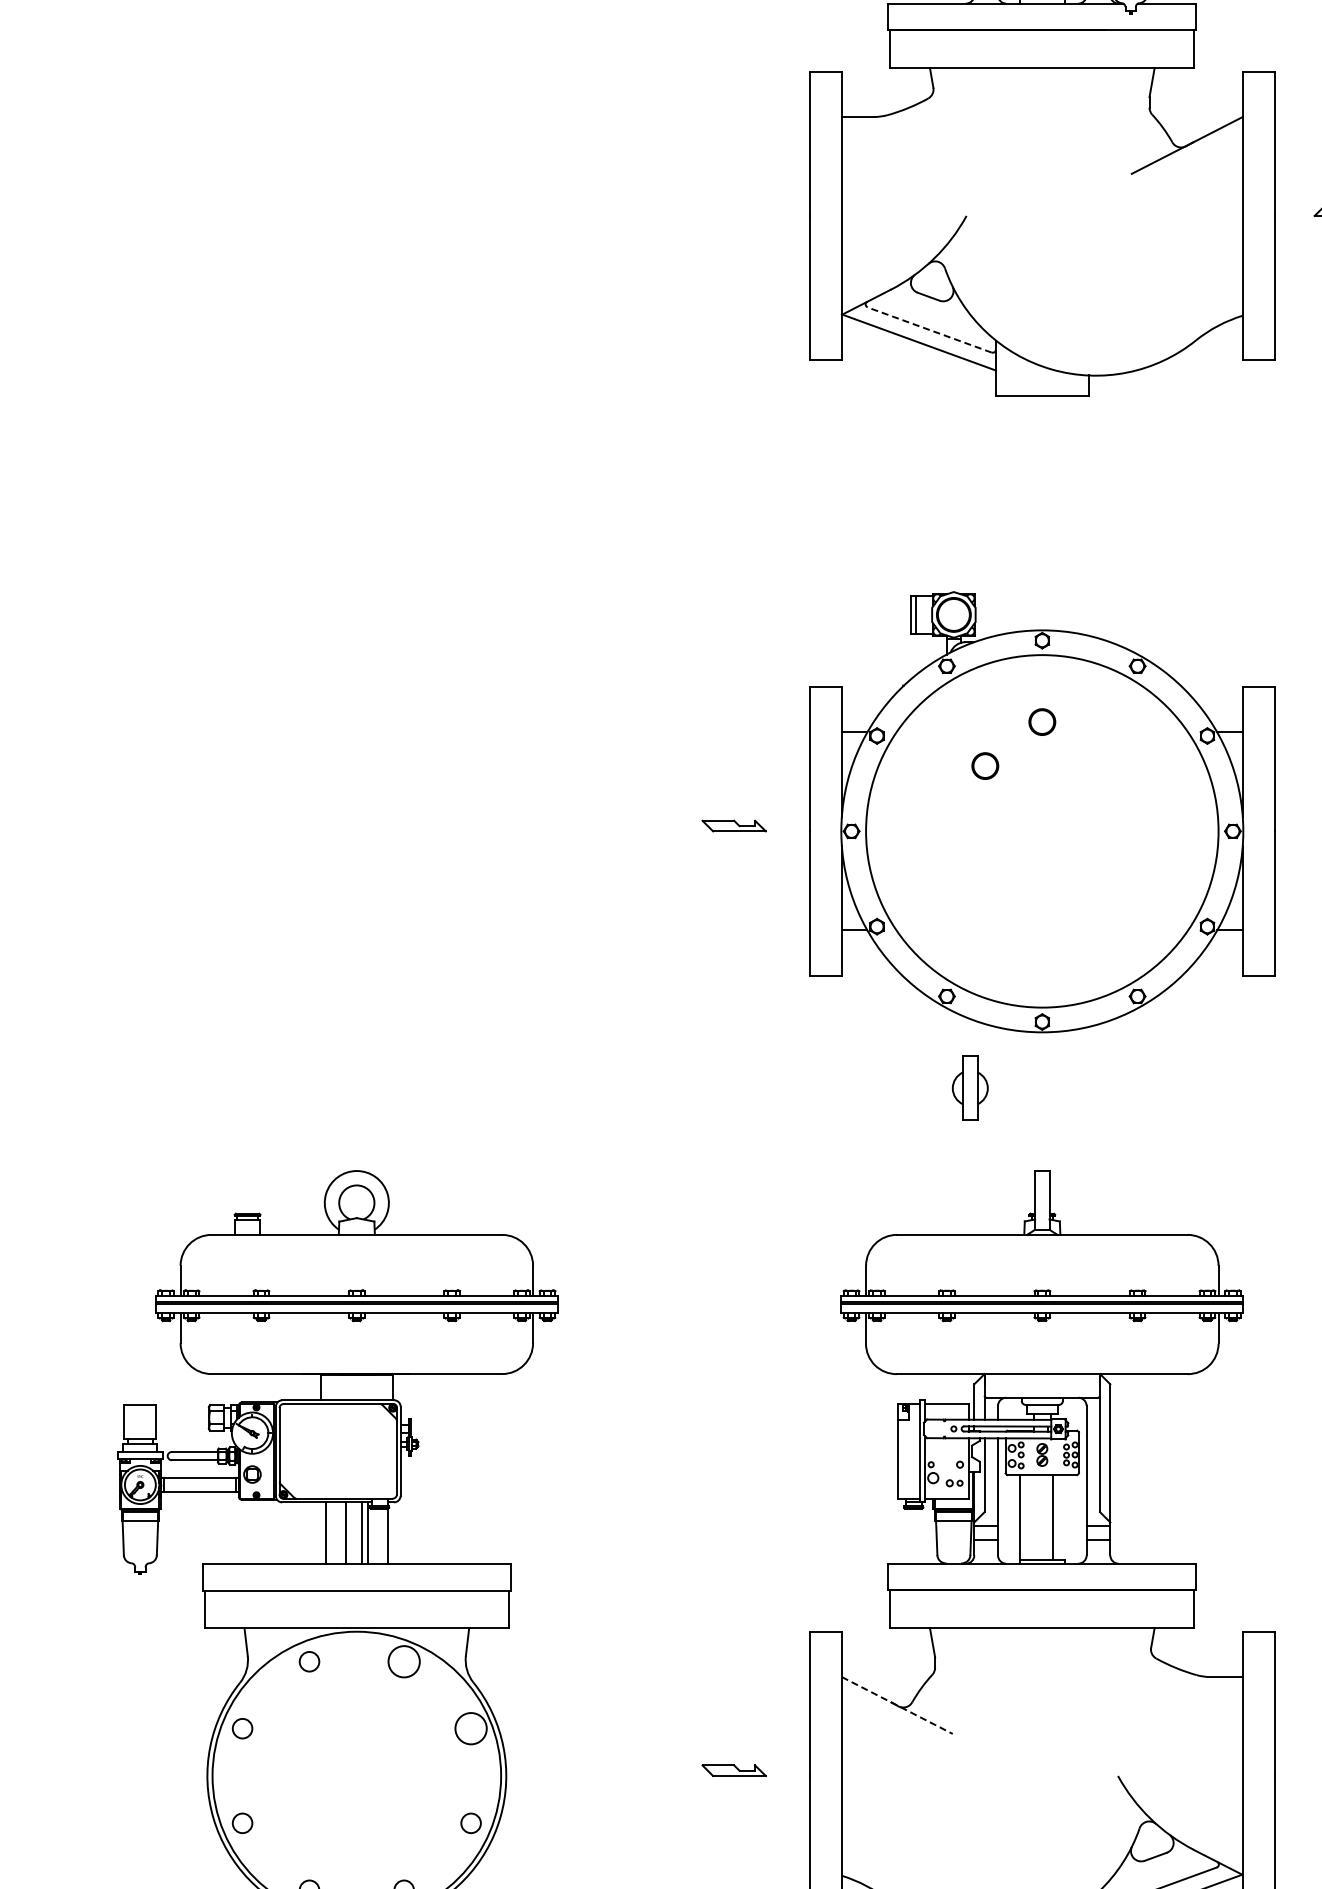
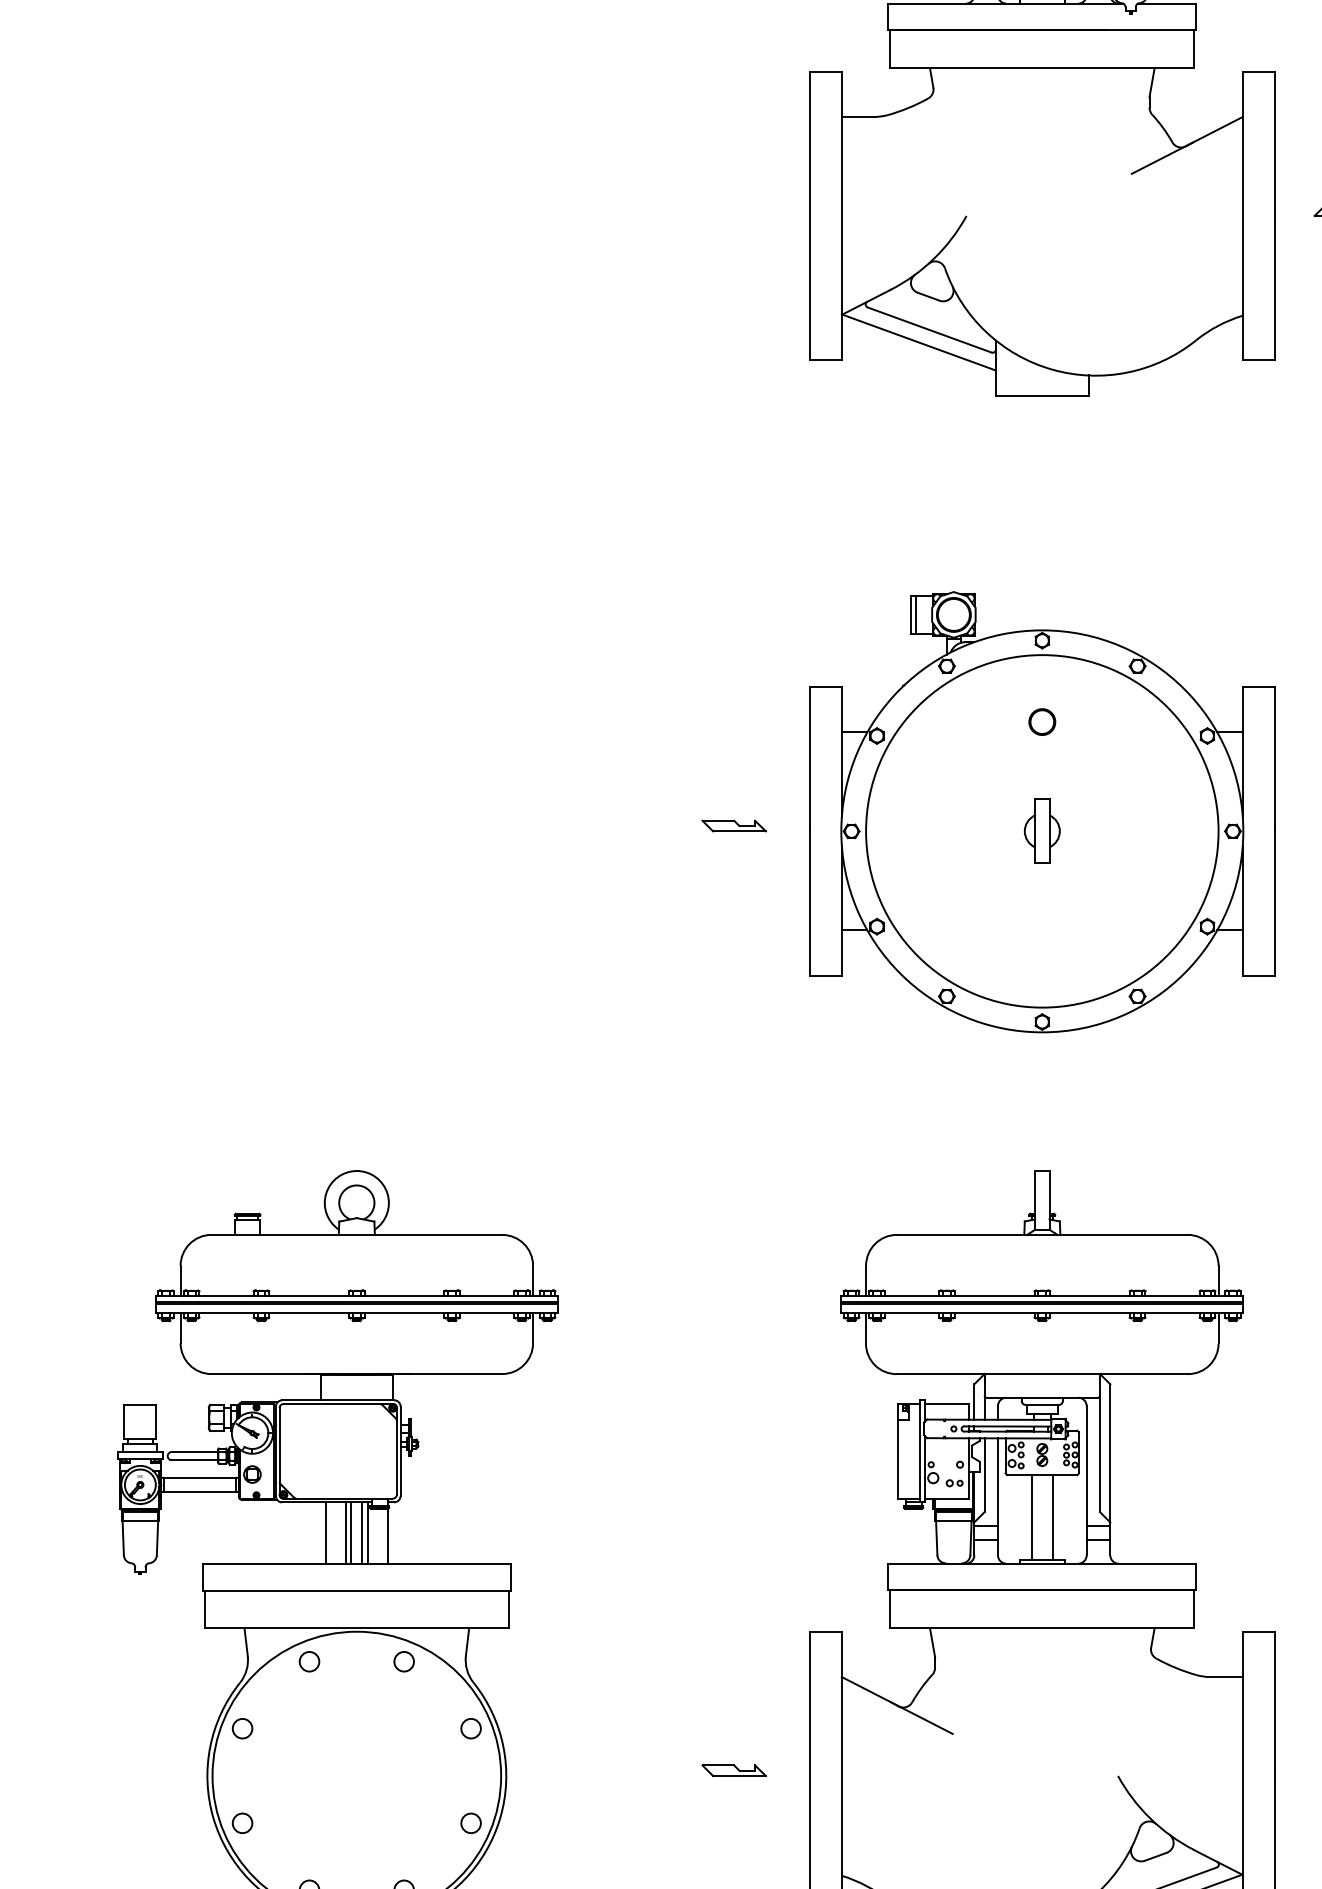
line at (929, 330): dashed -> solid
part at (985, 765): present -> none
part at (969, 1087) position: (969, 1087) -> (1041, 830)
line at (1020, 1517) position: (1020, 1517) -> (1032, 1517)
line at (351, 1532): none -> present
circle at (403, 1661) diameter: 31 px -> 20 px
line at (897, 1705): dashed -> solid
circle at (470, 1728) diameter: 31 px -> 20 px
